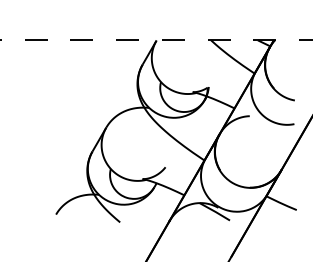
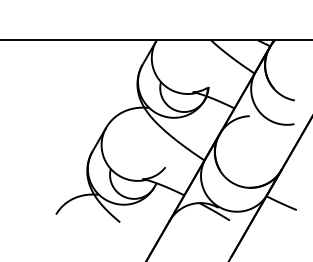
line at (156, 40): dashed -> solid
